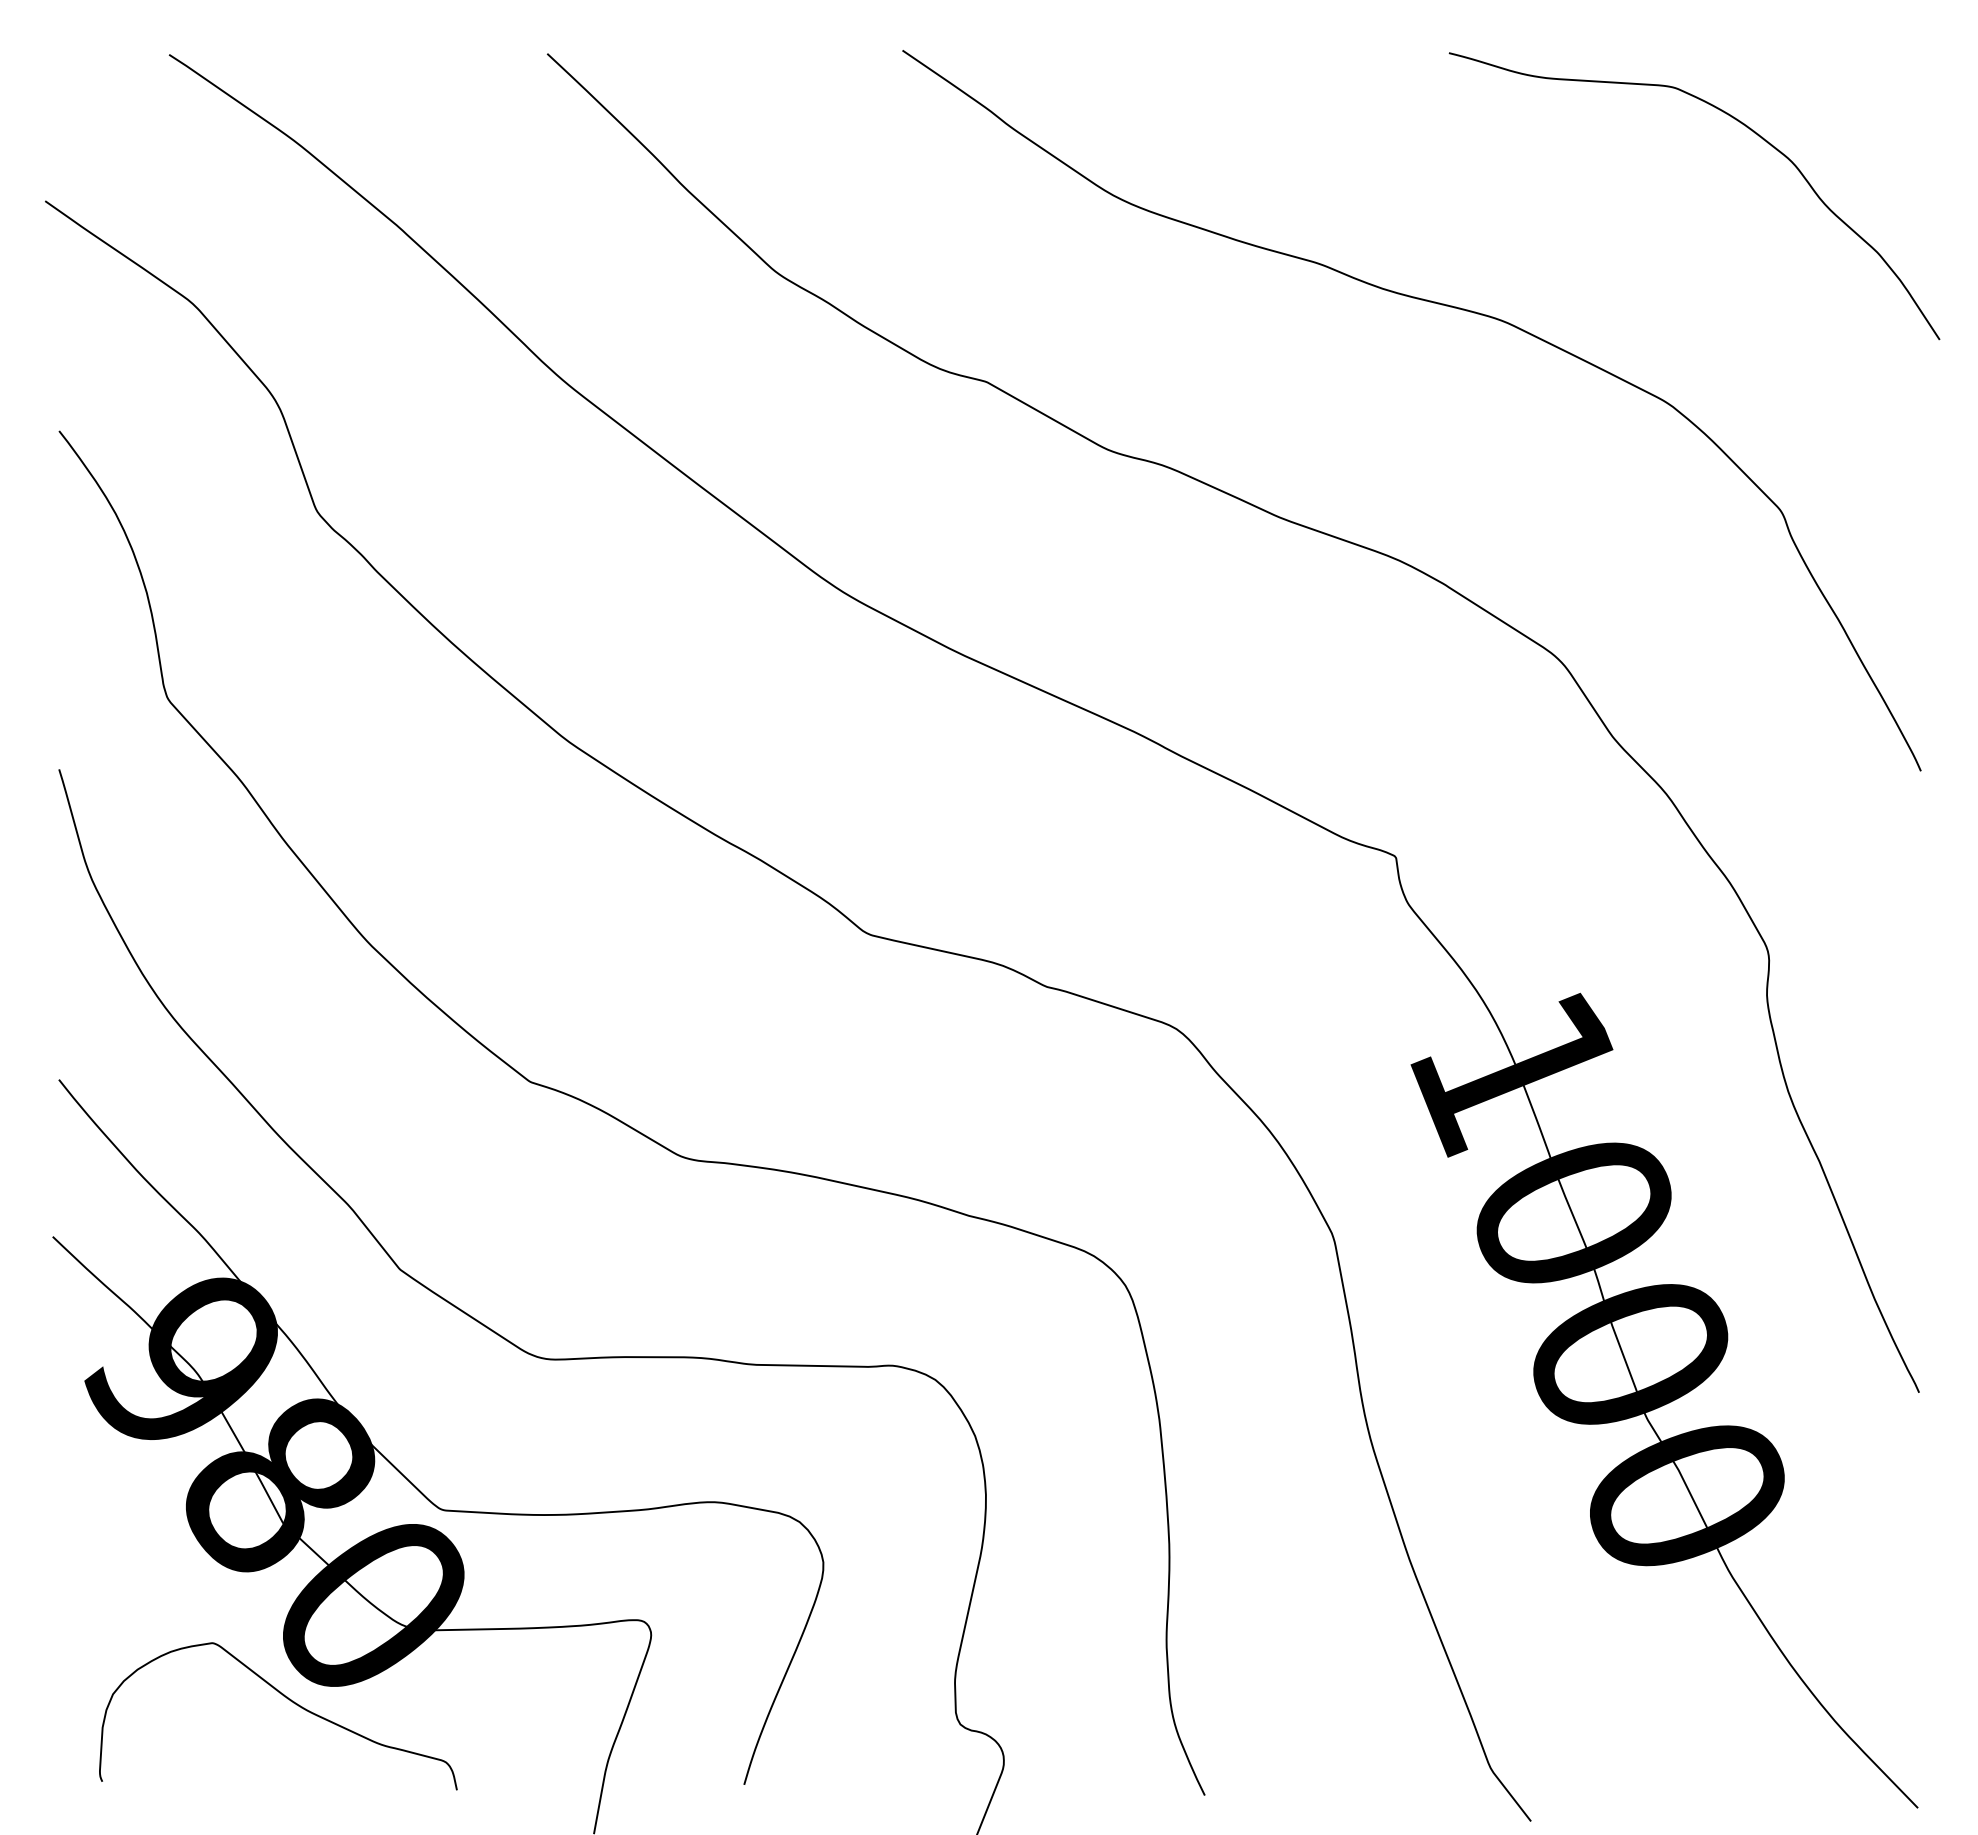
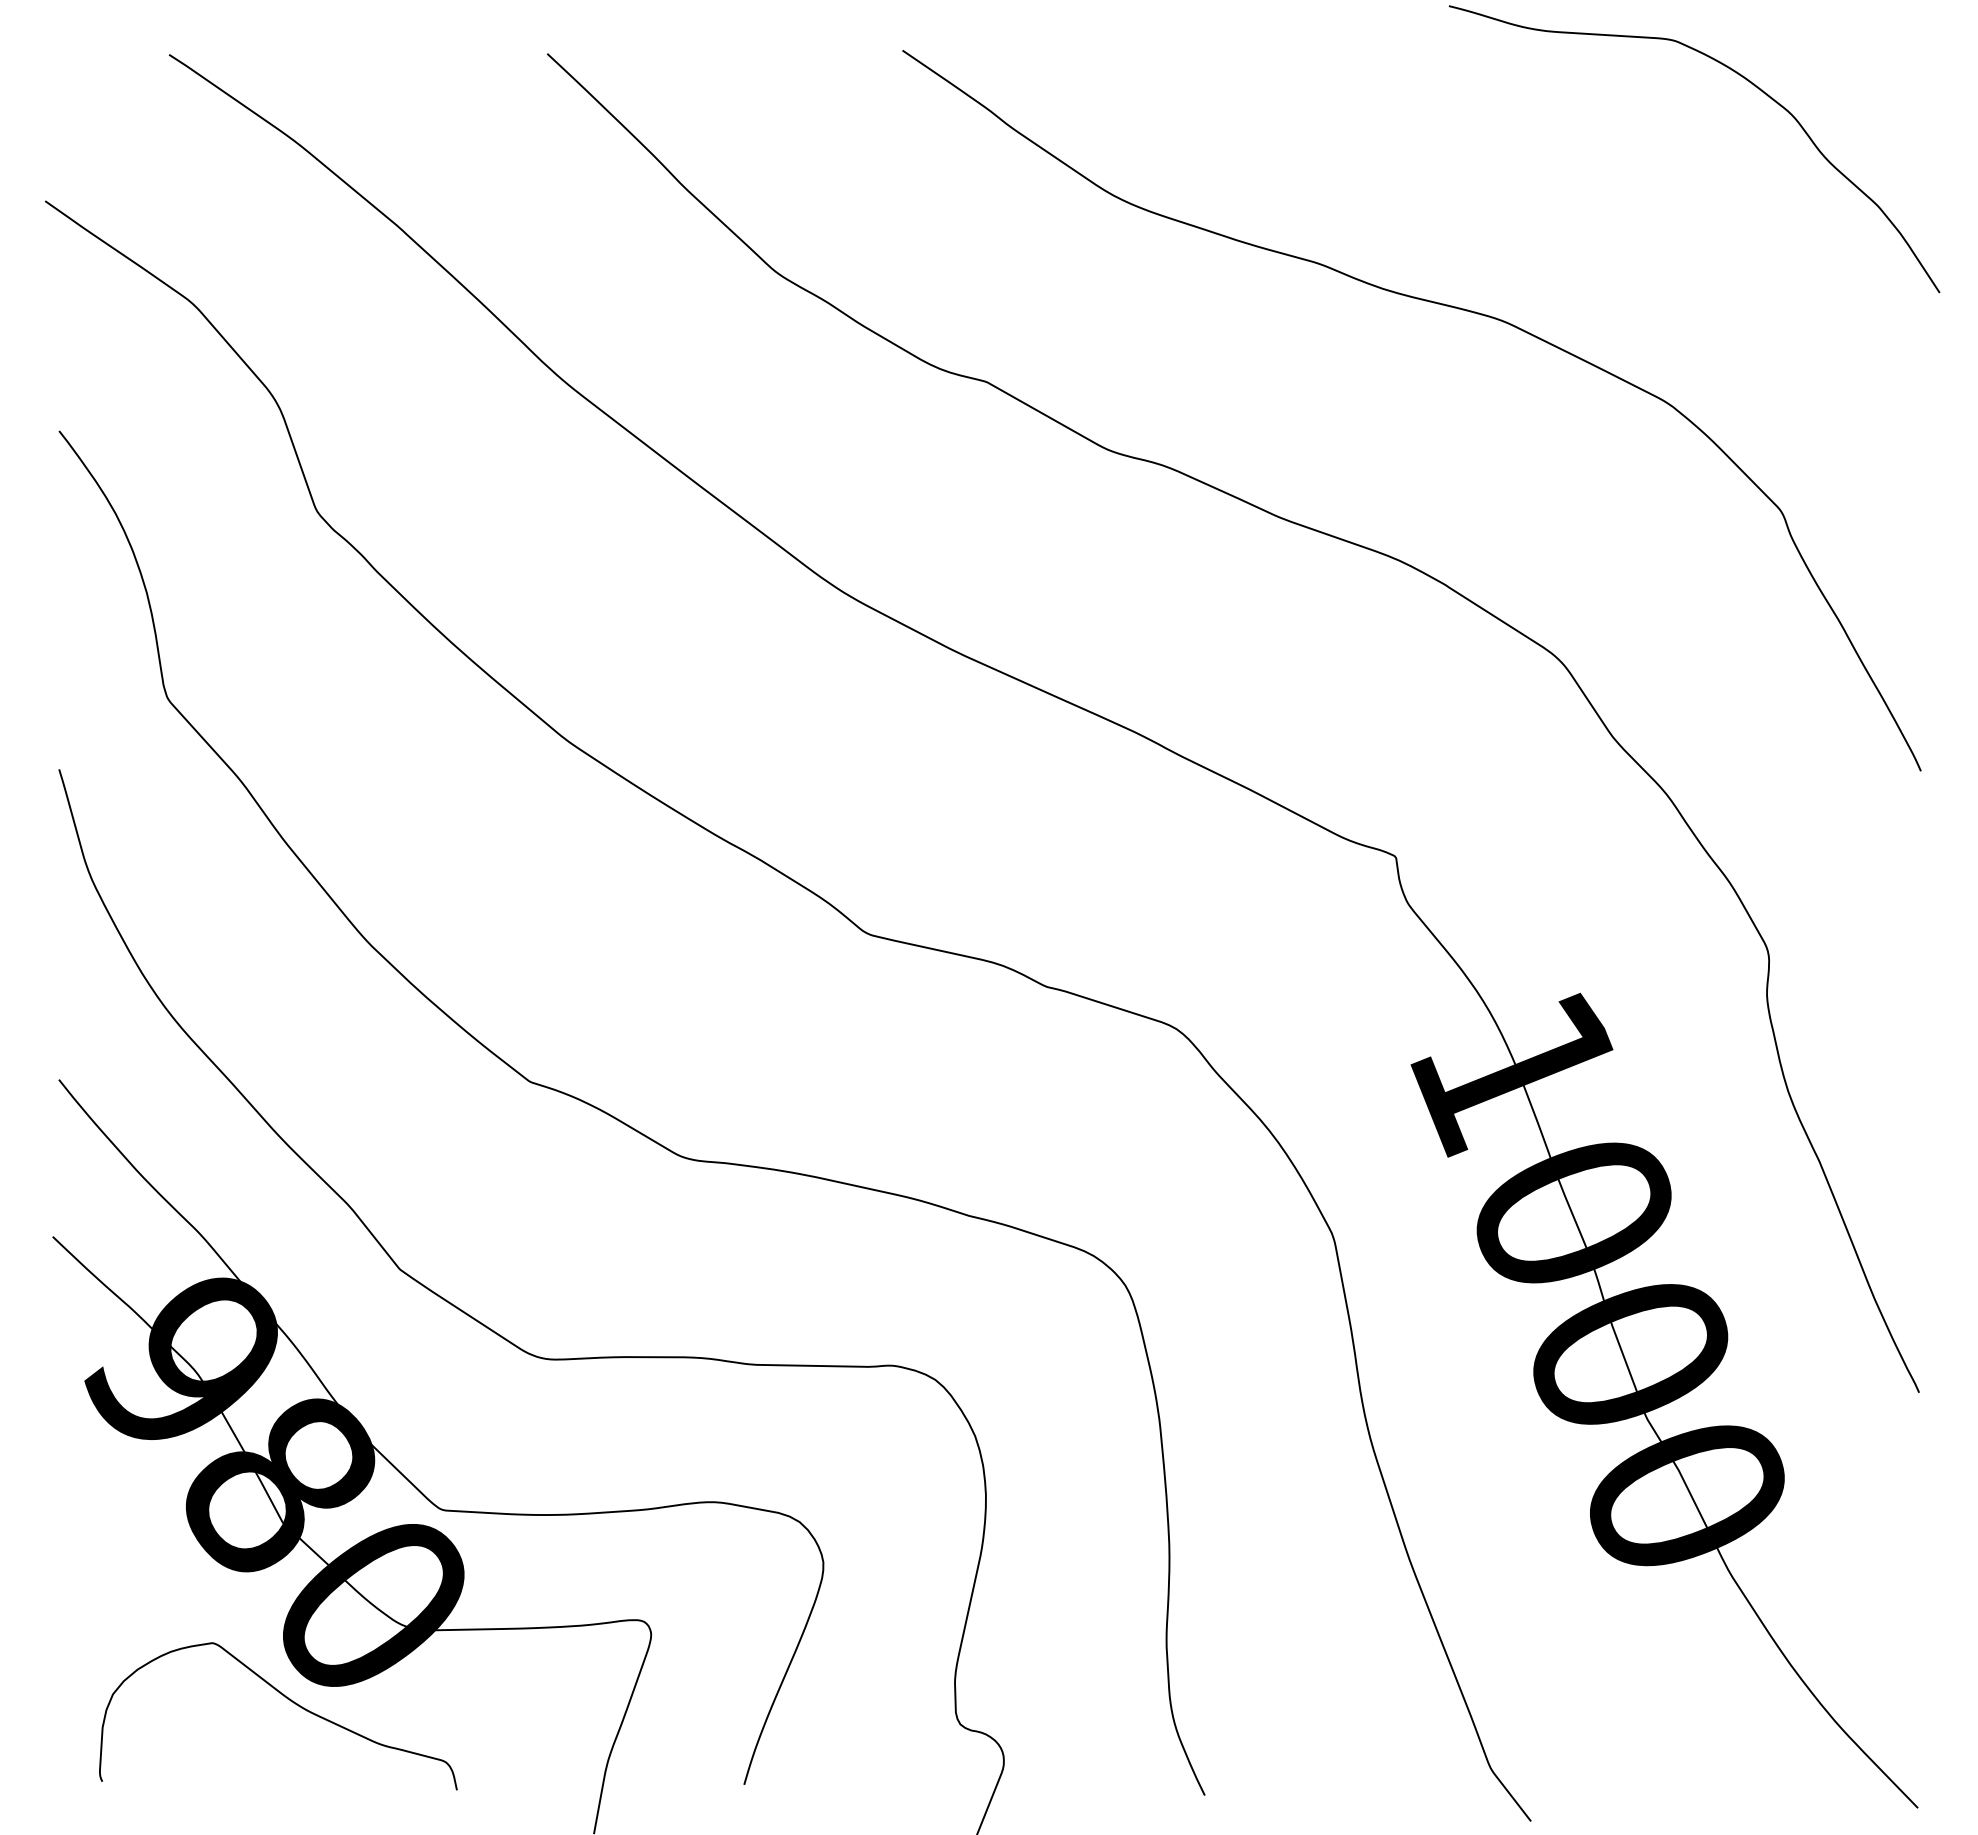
curve at (1743, 125) position: (1743, 125) -> (1743, 78)
